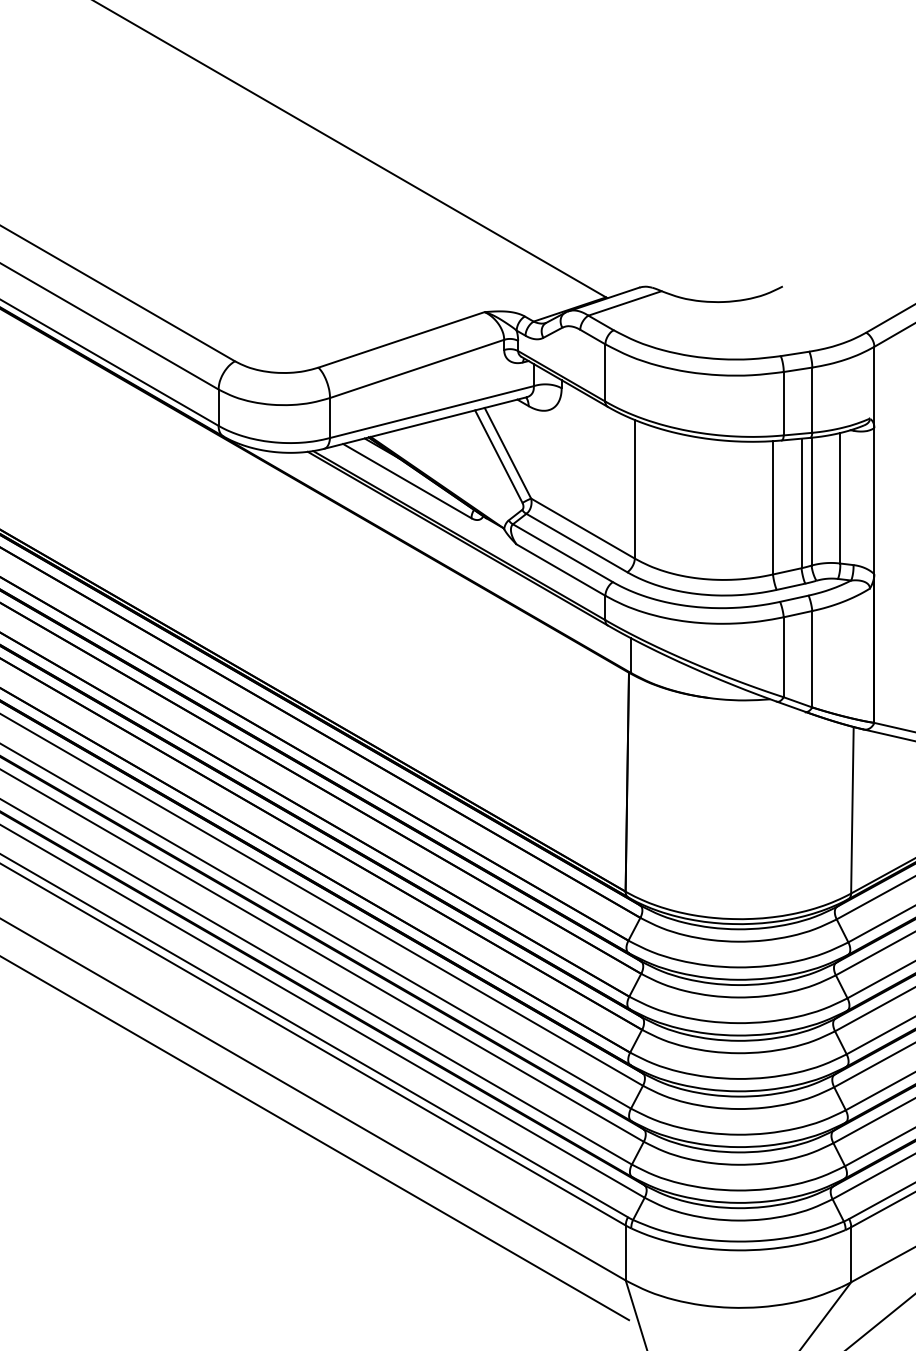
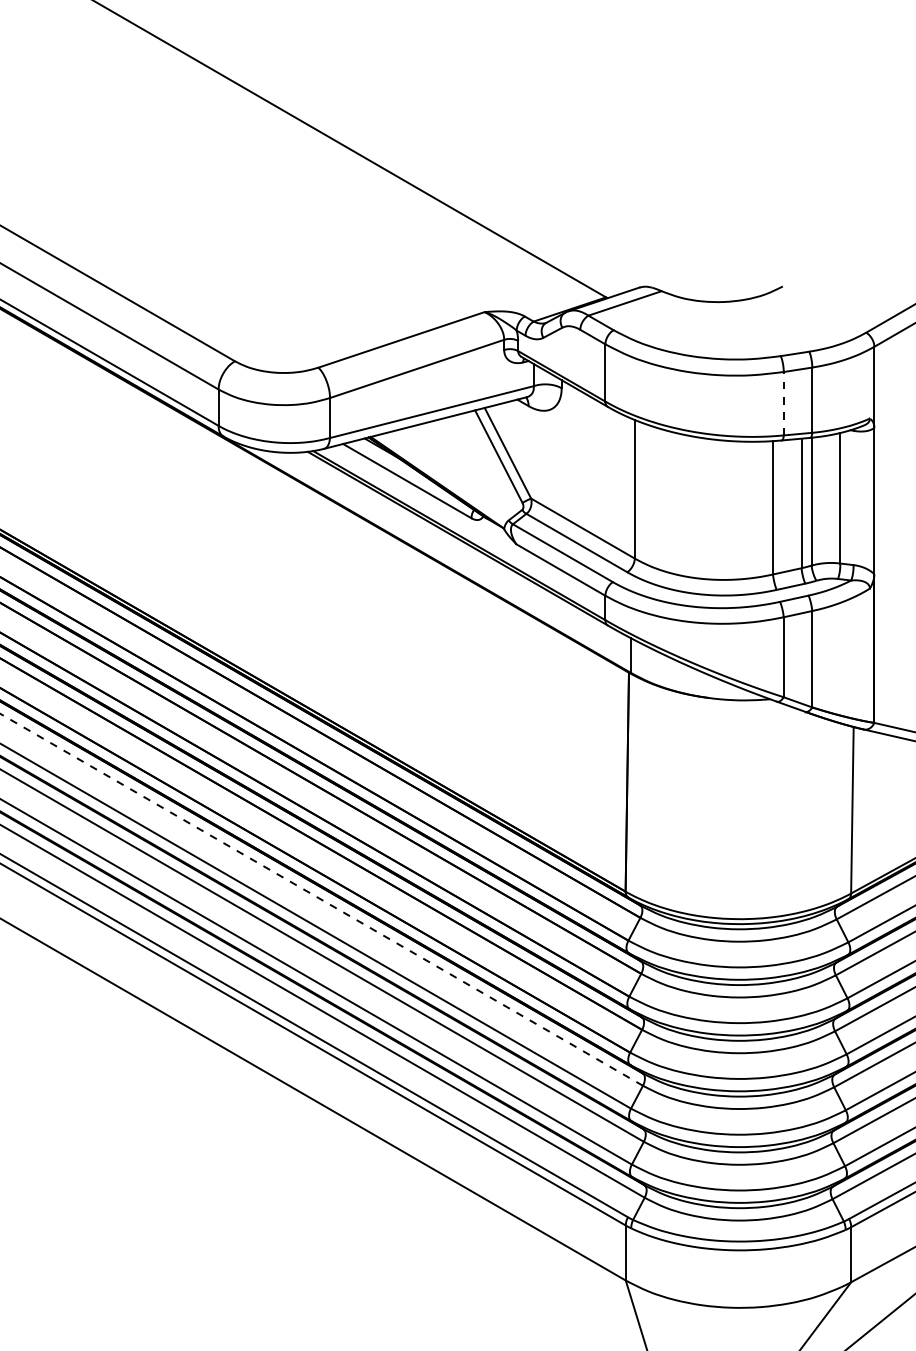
line at (783, 403): solid -> dashed
line at (321, 899): solid -> dashed
line at (315, 1138): present -> none
